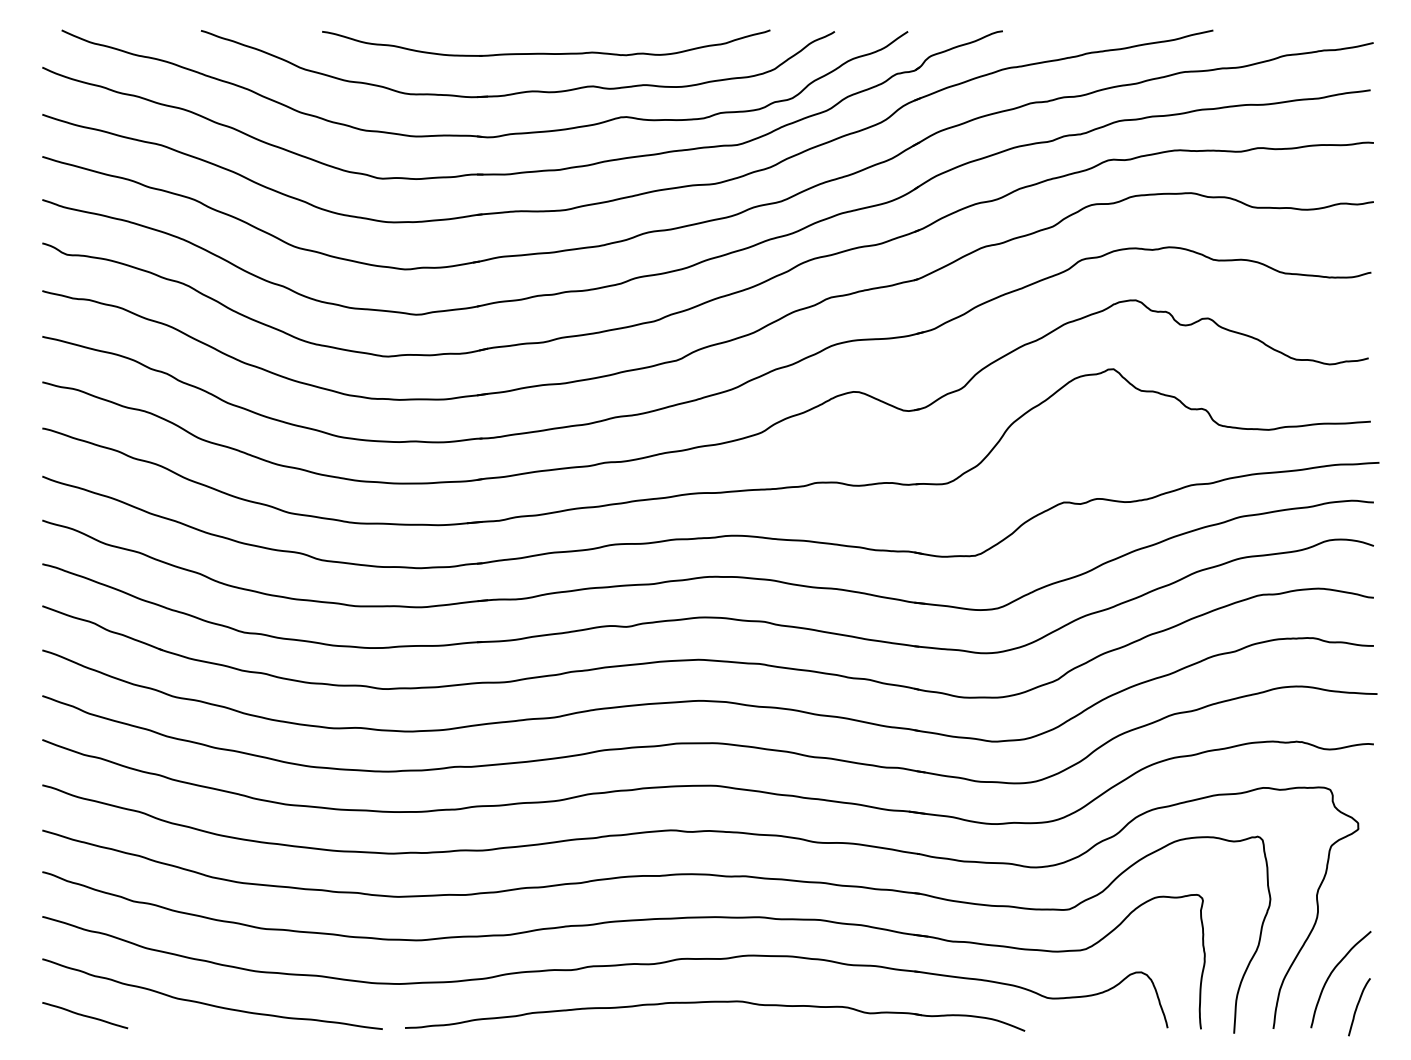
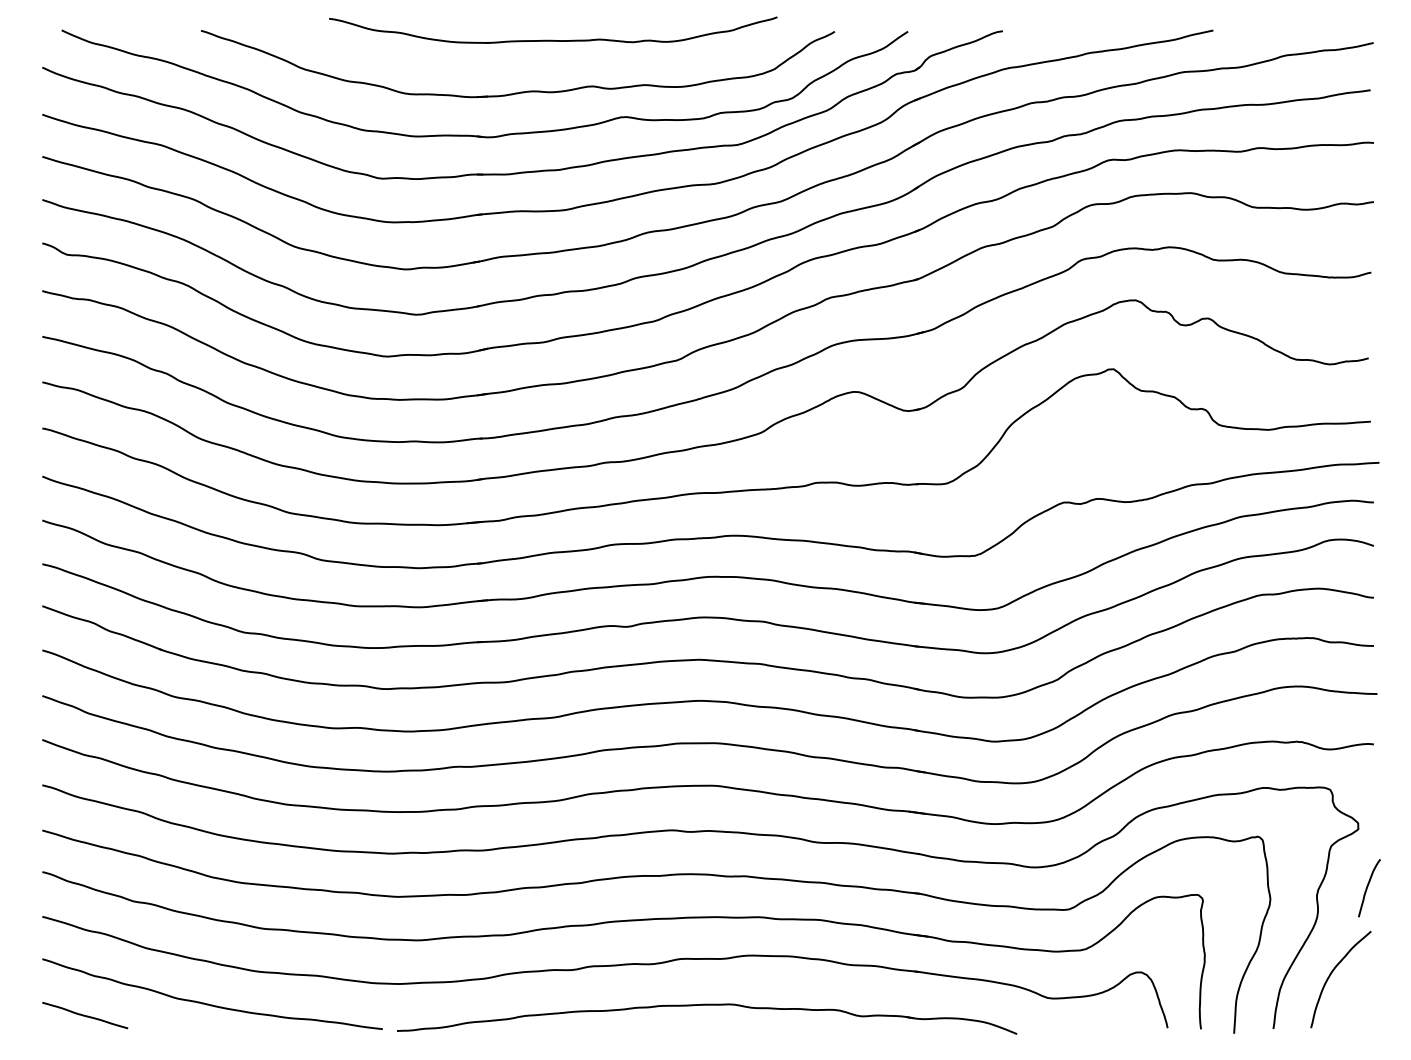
part at (545, 52) position: (545, 52) -> (552, 39)
part at (715, 1002) position: (715, 1002) -> (707, 1005)
curve at (1357, 1007) position: (1357, 1007) -> (1367, 888)
